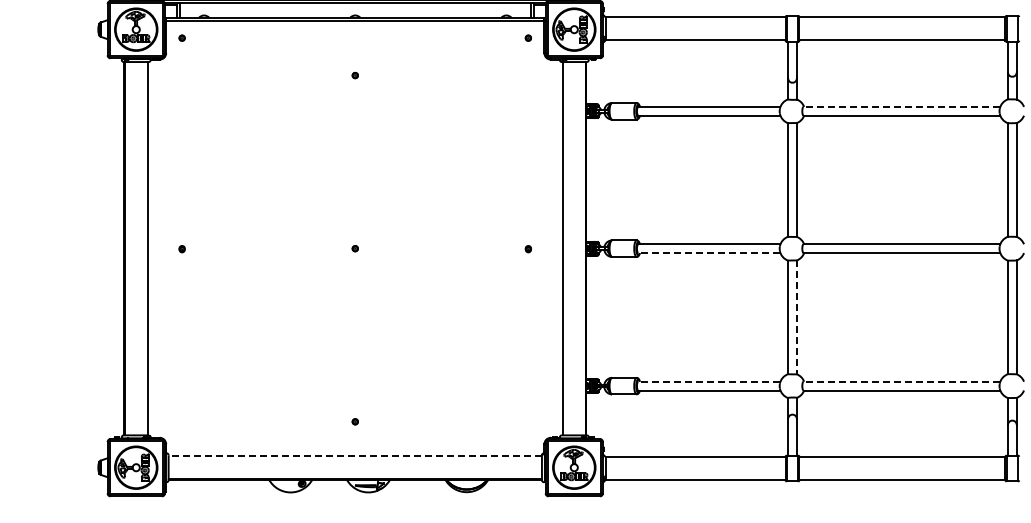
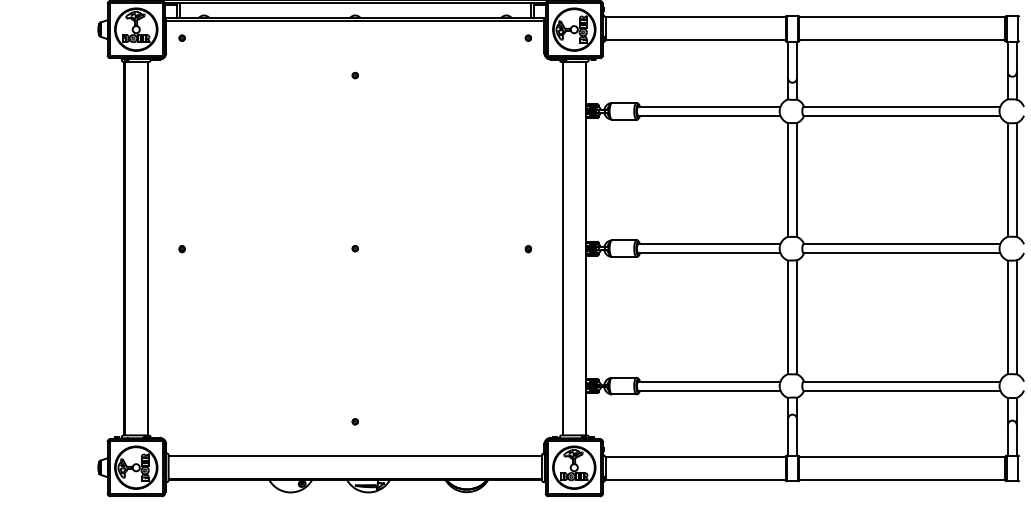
line at (901, 106): dashed -> solid
line at (708, 253): dashed -> solid
line at (796, 317): dashed -> solid
line at (708, 381): dashed -> solid
line at (901, 381): dashed -> solid
line at (355, 456): dashed -> solid
